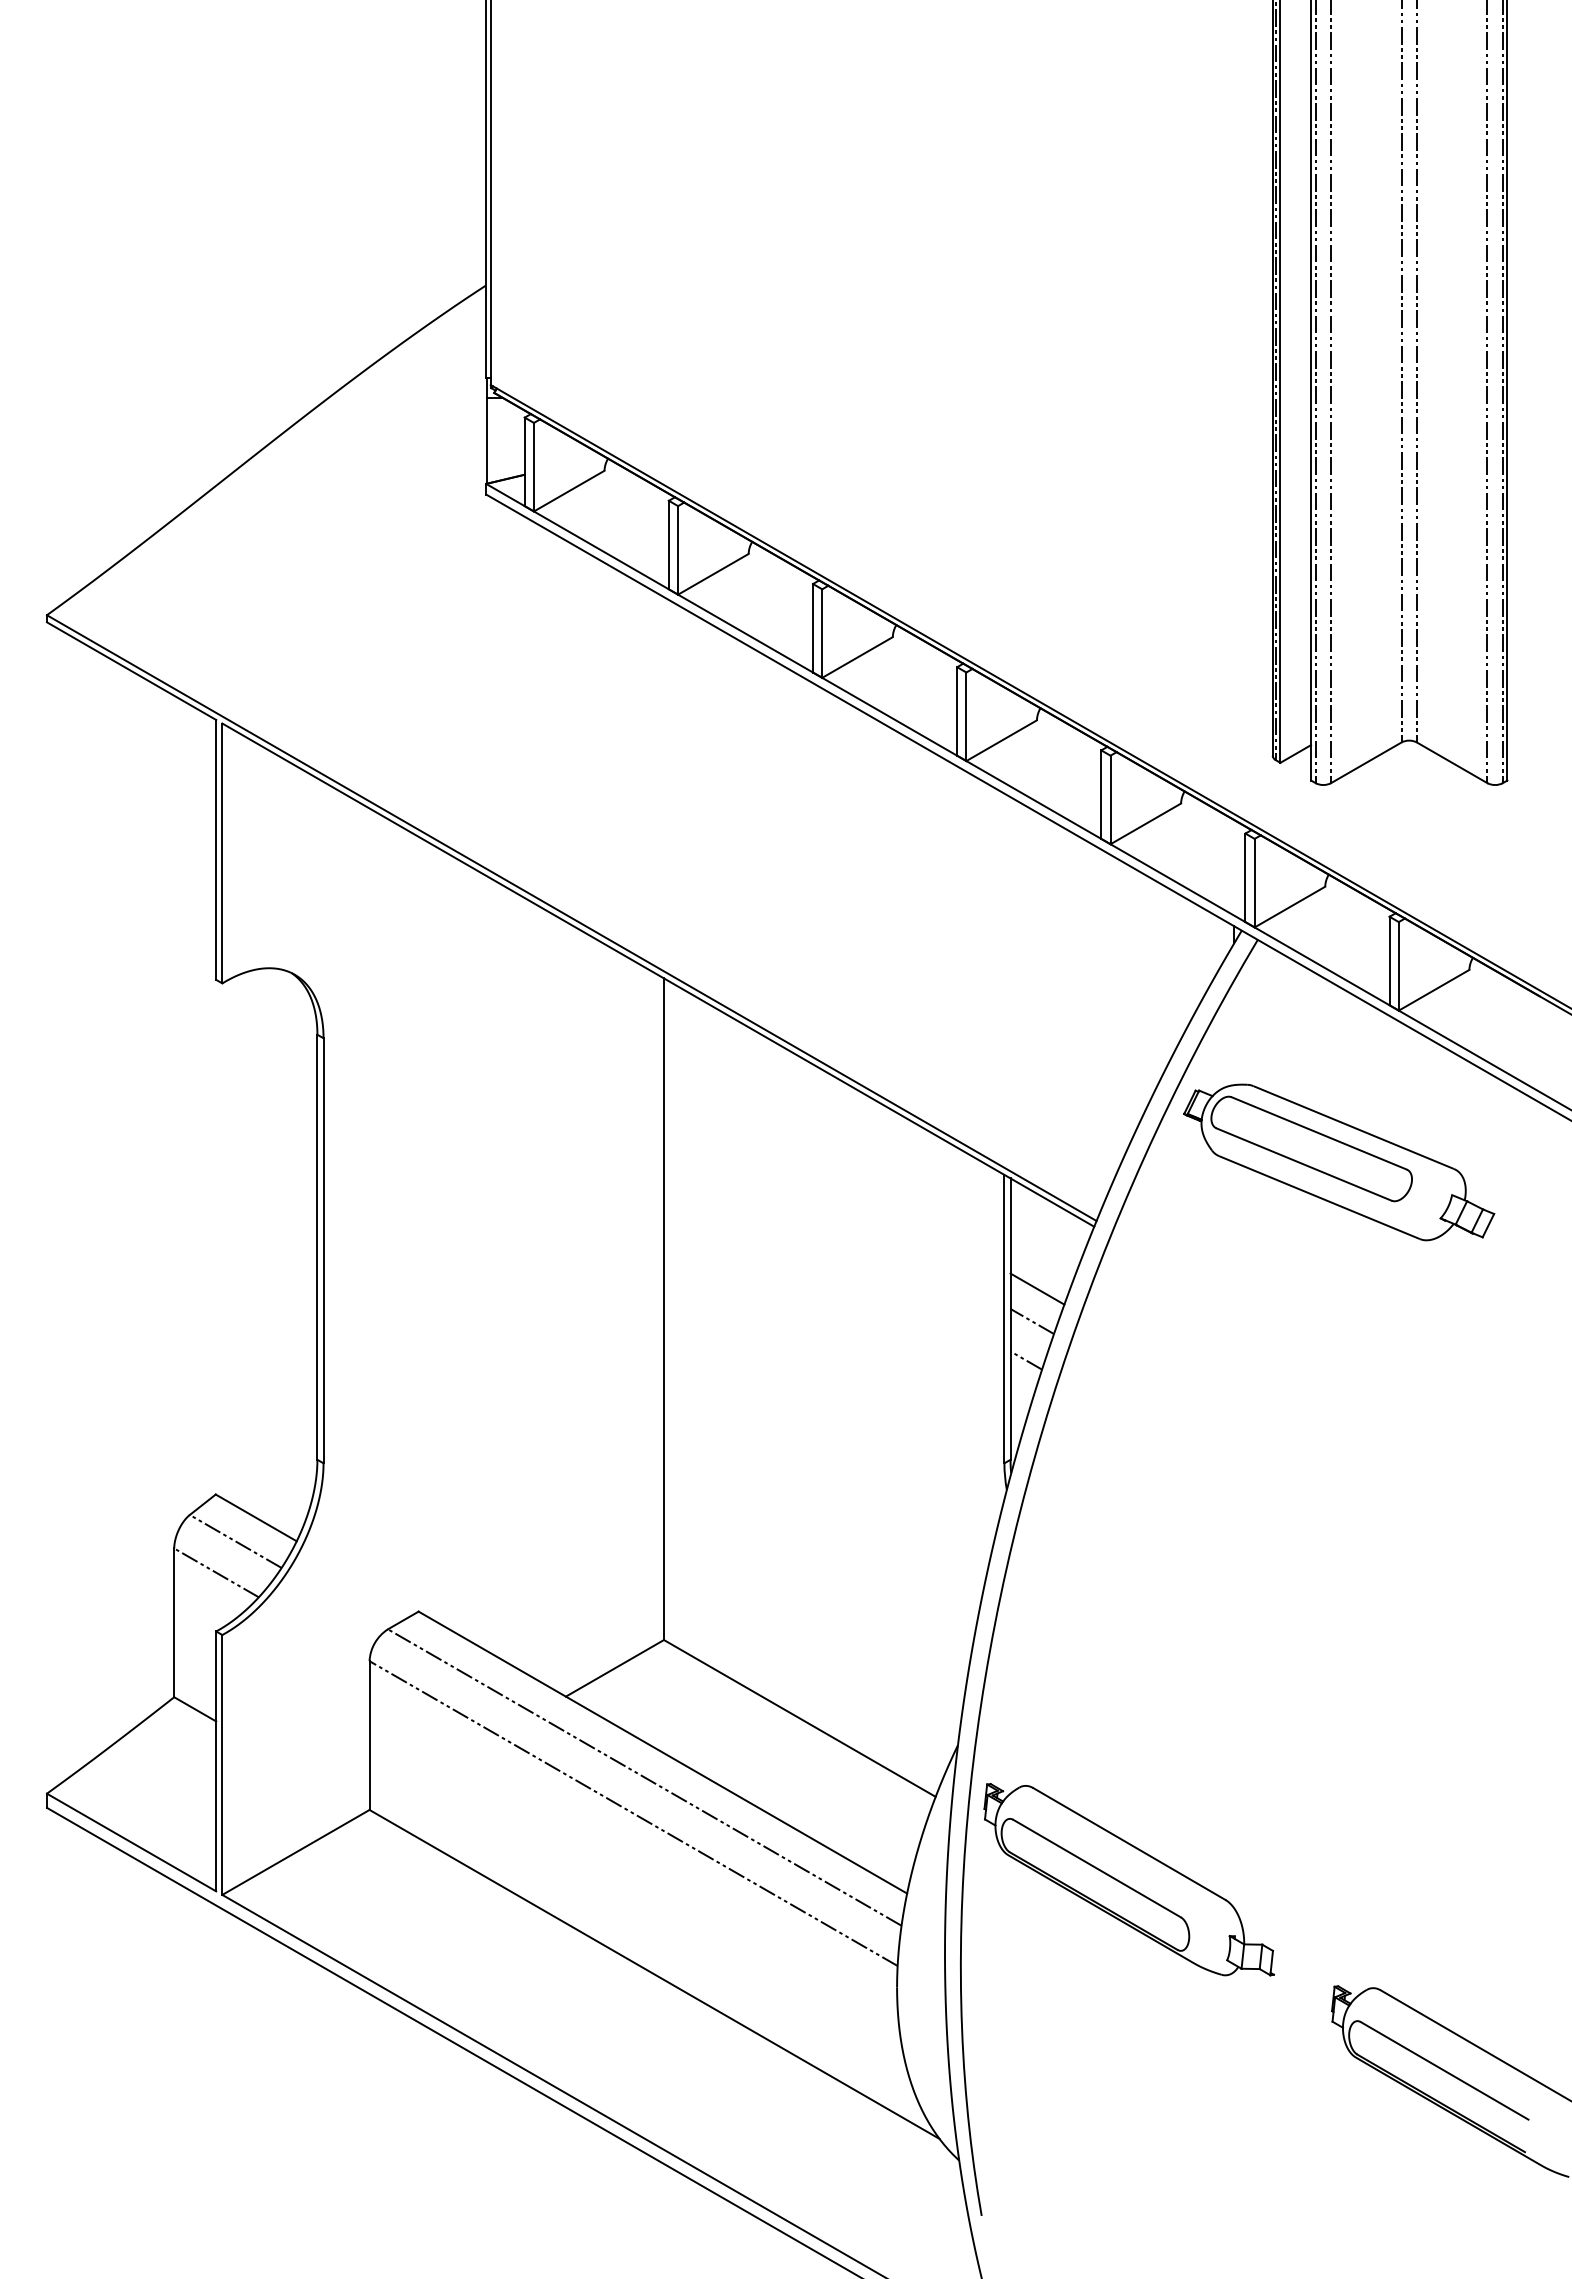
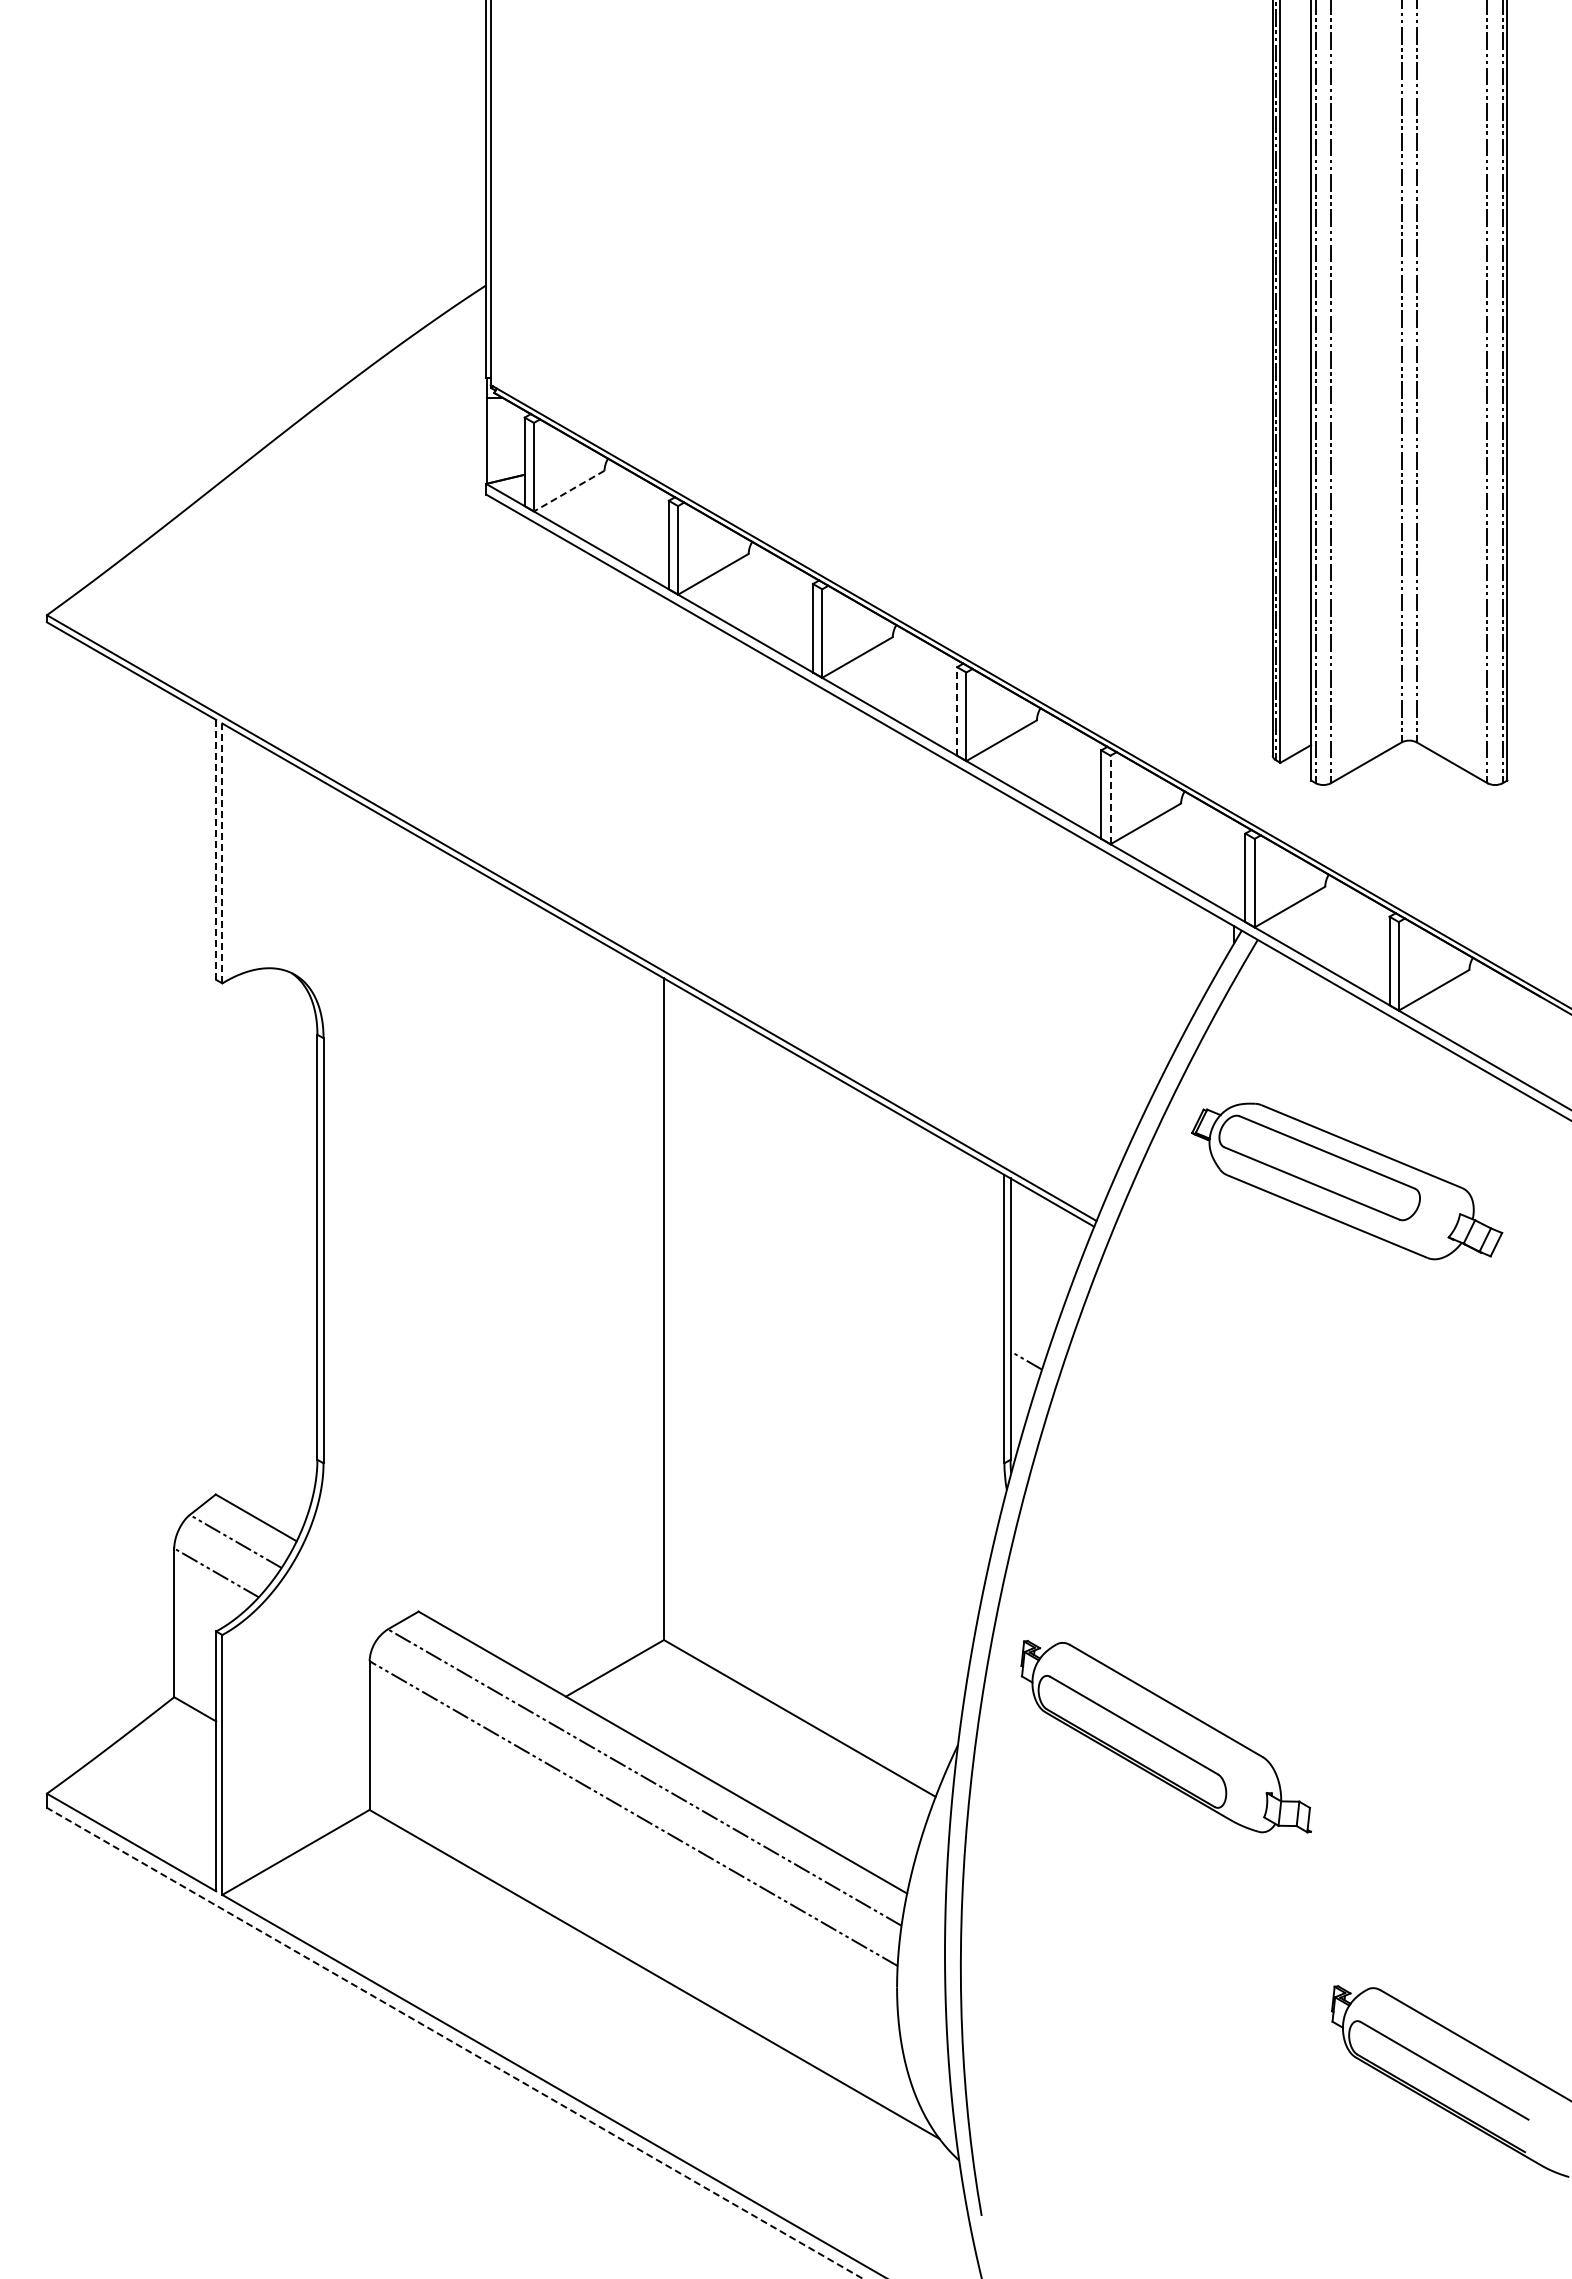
line at (569, 491): solid -> dashed
line at (957, 710): solid -> dashed
line at (1110, 799): solid -> dashed
line at (216, 849): solid -> dashed
line at (222, 853): solid -> dashed
part at (1339, 1162) position: (1339, 1162) -> (1347, 1181)
line at (1037, 1288): present -> none
line at (1032, 1321): present -> none
part at (1128, 1879) position: (1128, 1879) -> (1165, 1736)
line at (454, 2043): solid -> dashed
